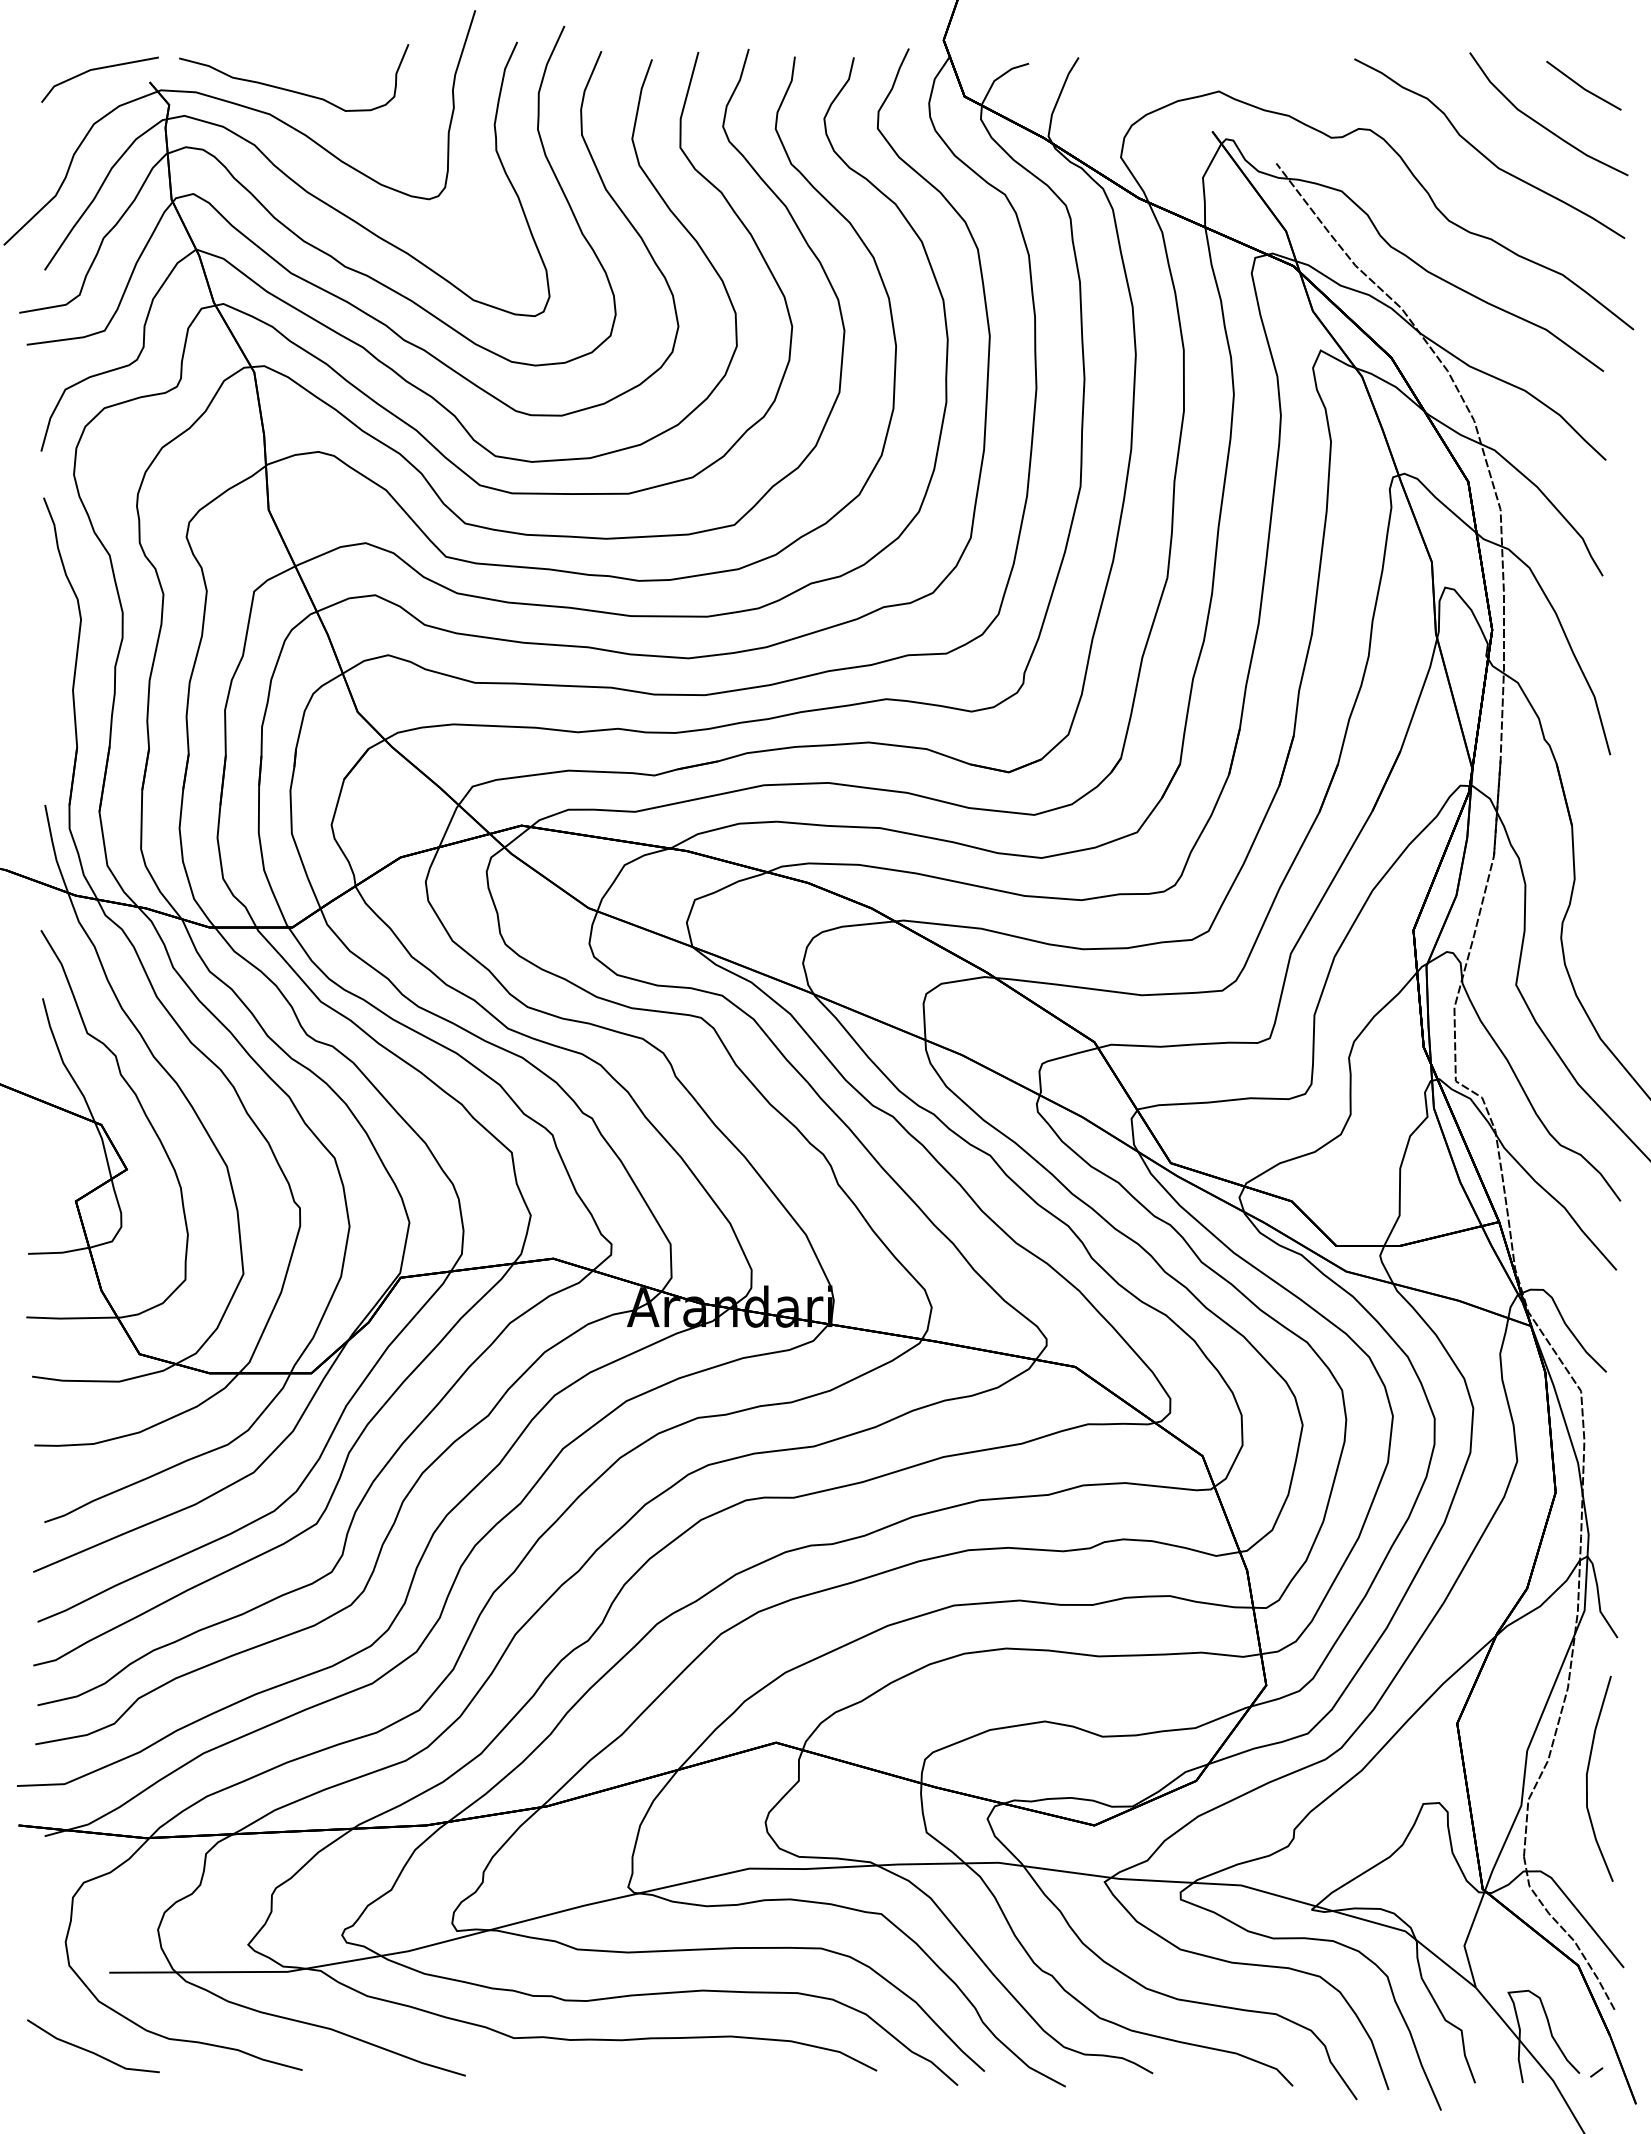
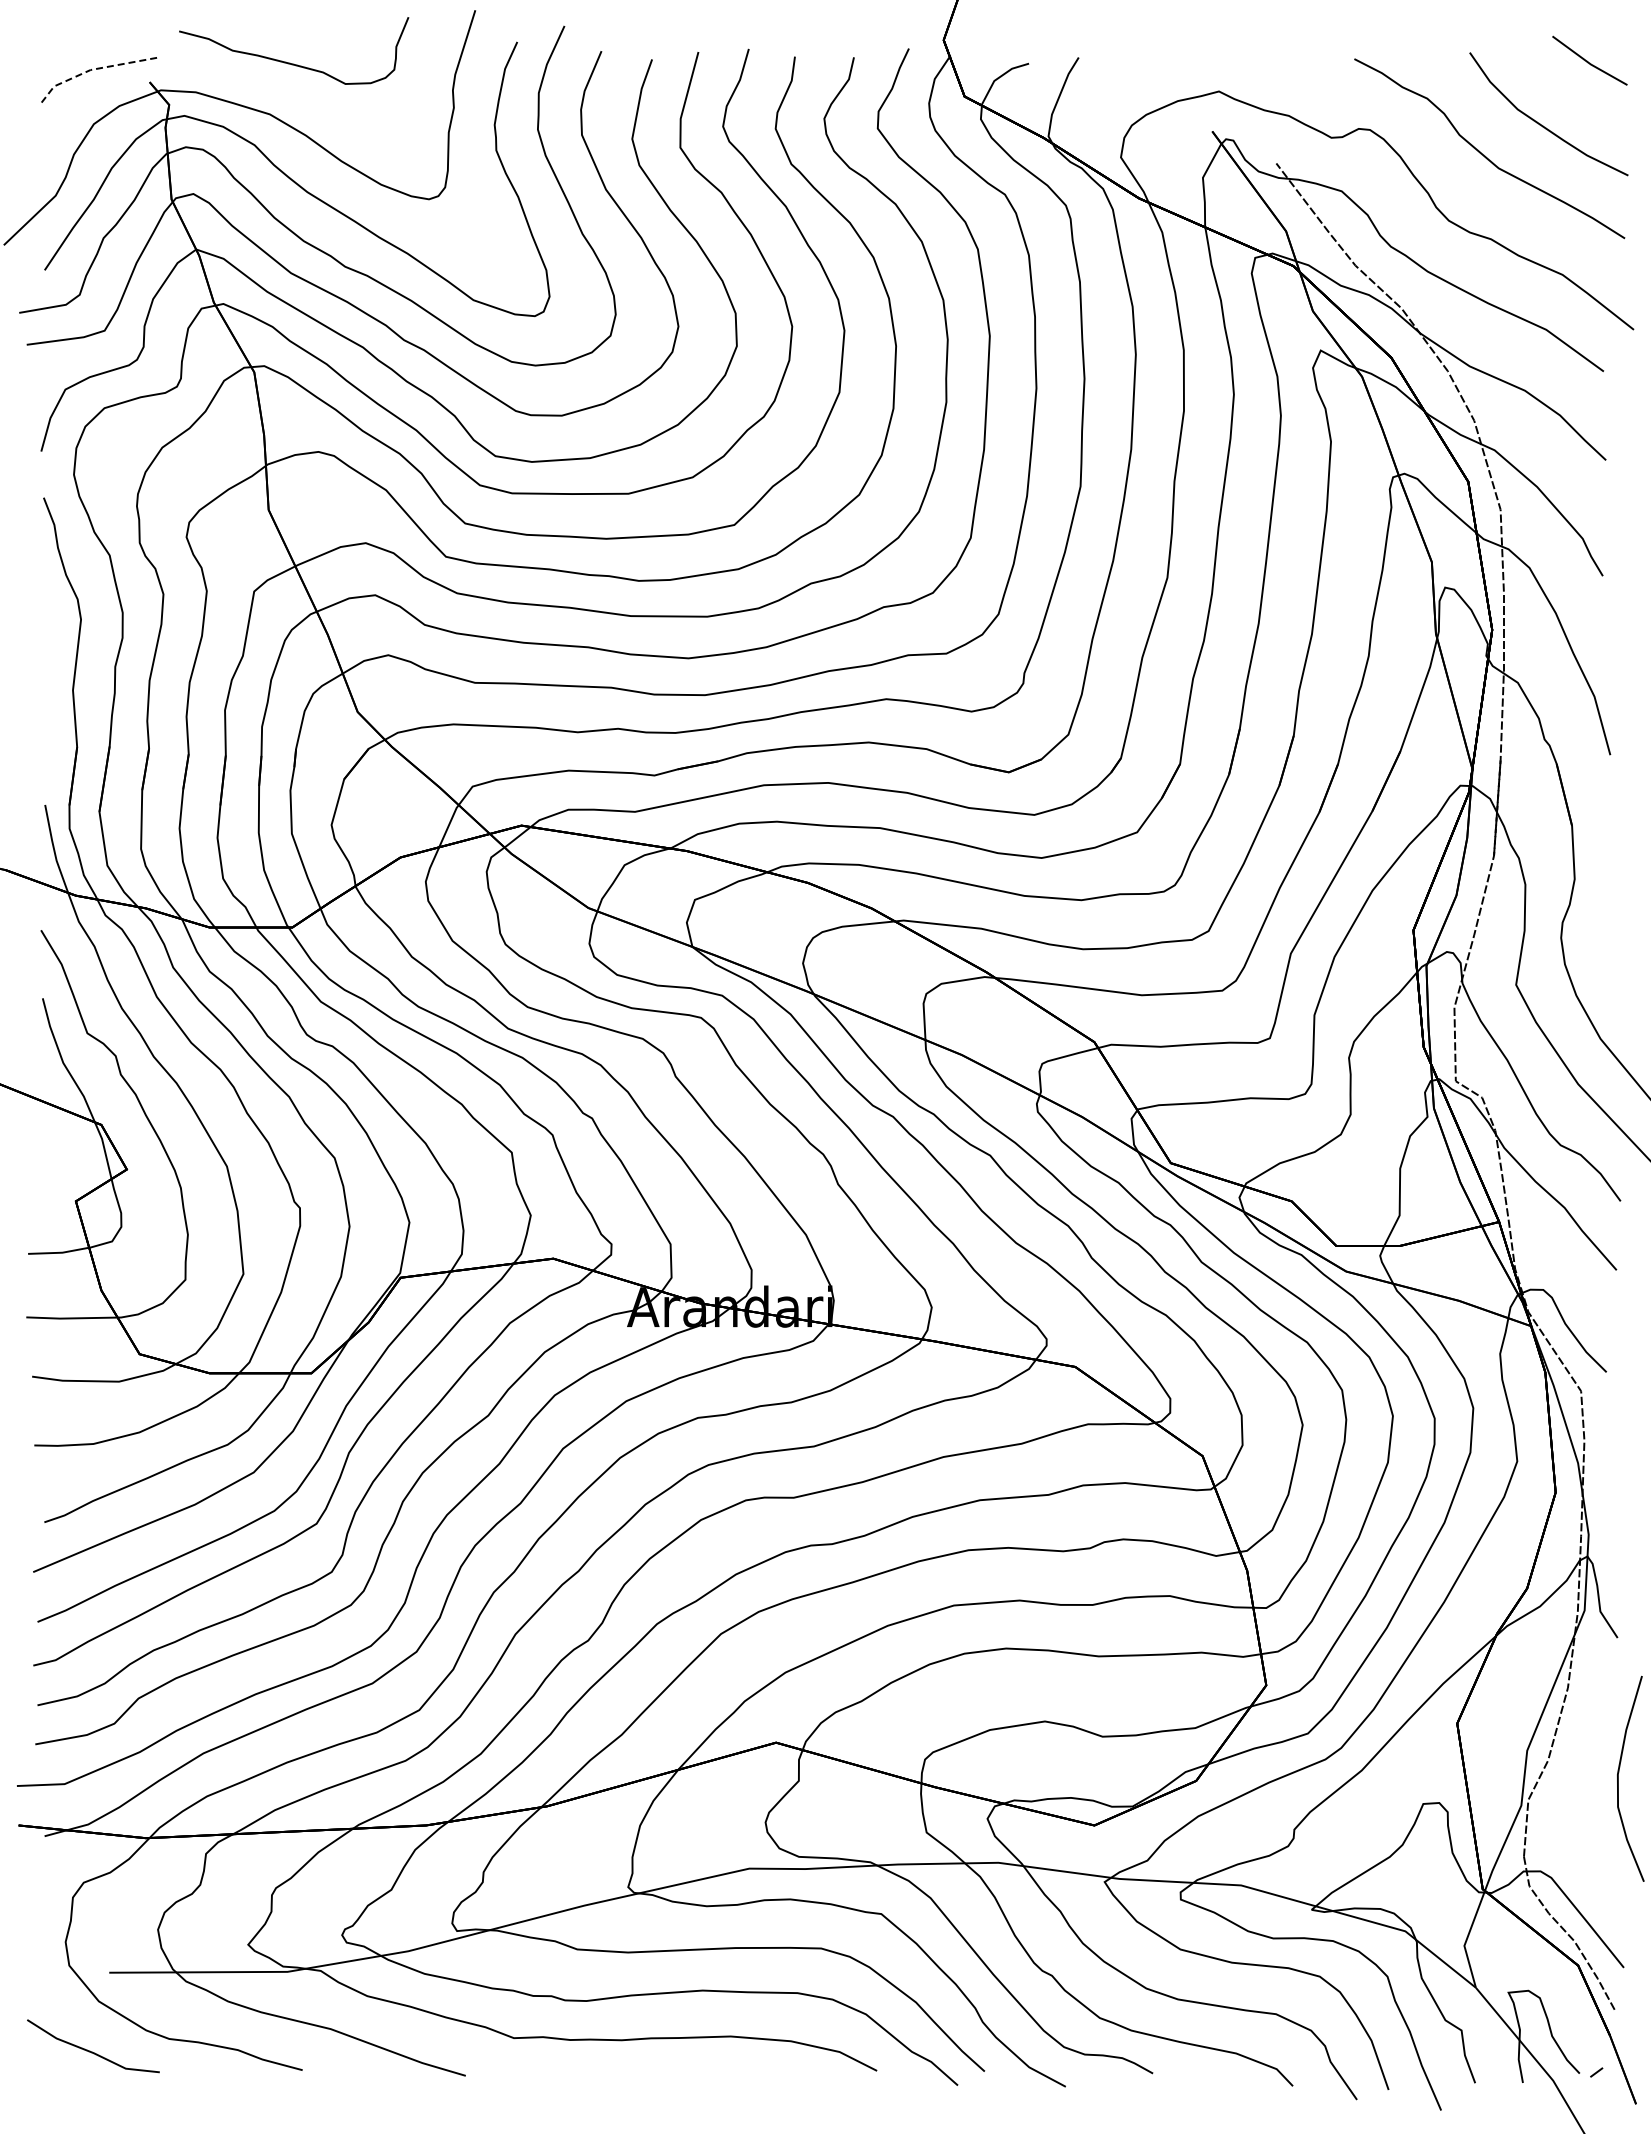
line at (94, 69): solid -> dashed
line at (1582, 86) position: (1582, 86) -> (1588, 61)
curve at (290, 89) position: (290, 89) -> (290, 62)
curve at (1587, 1778) position: (1587, 1778) -> (1618, 1778)
